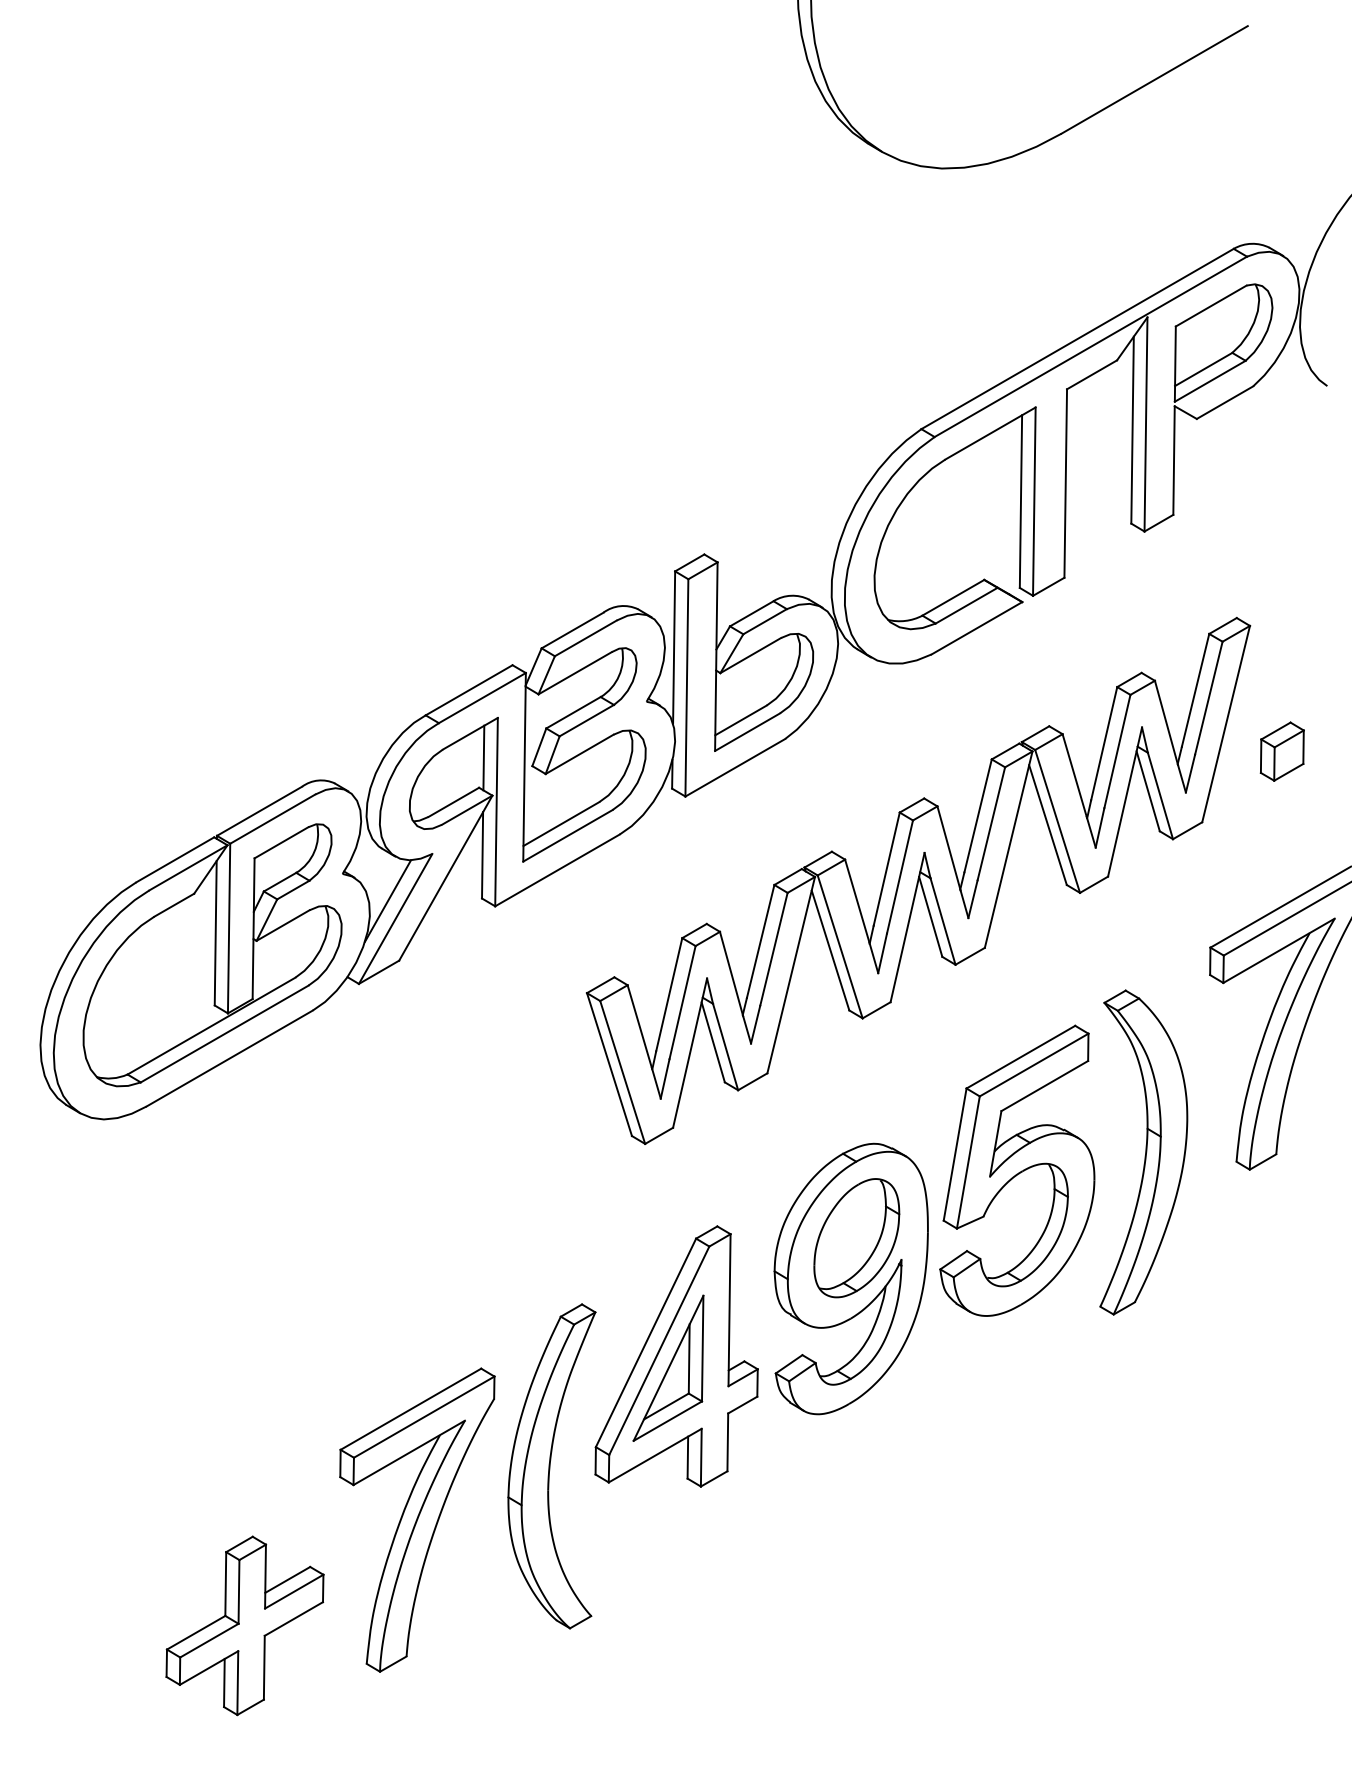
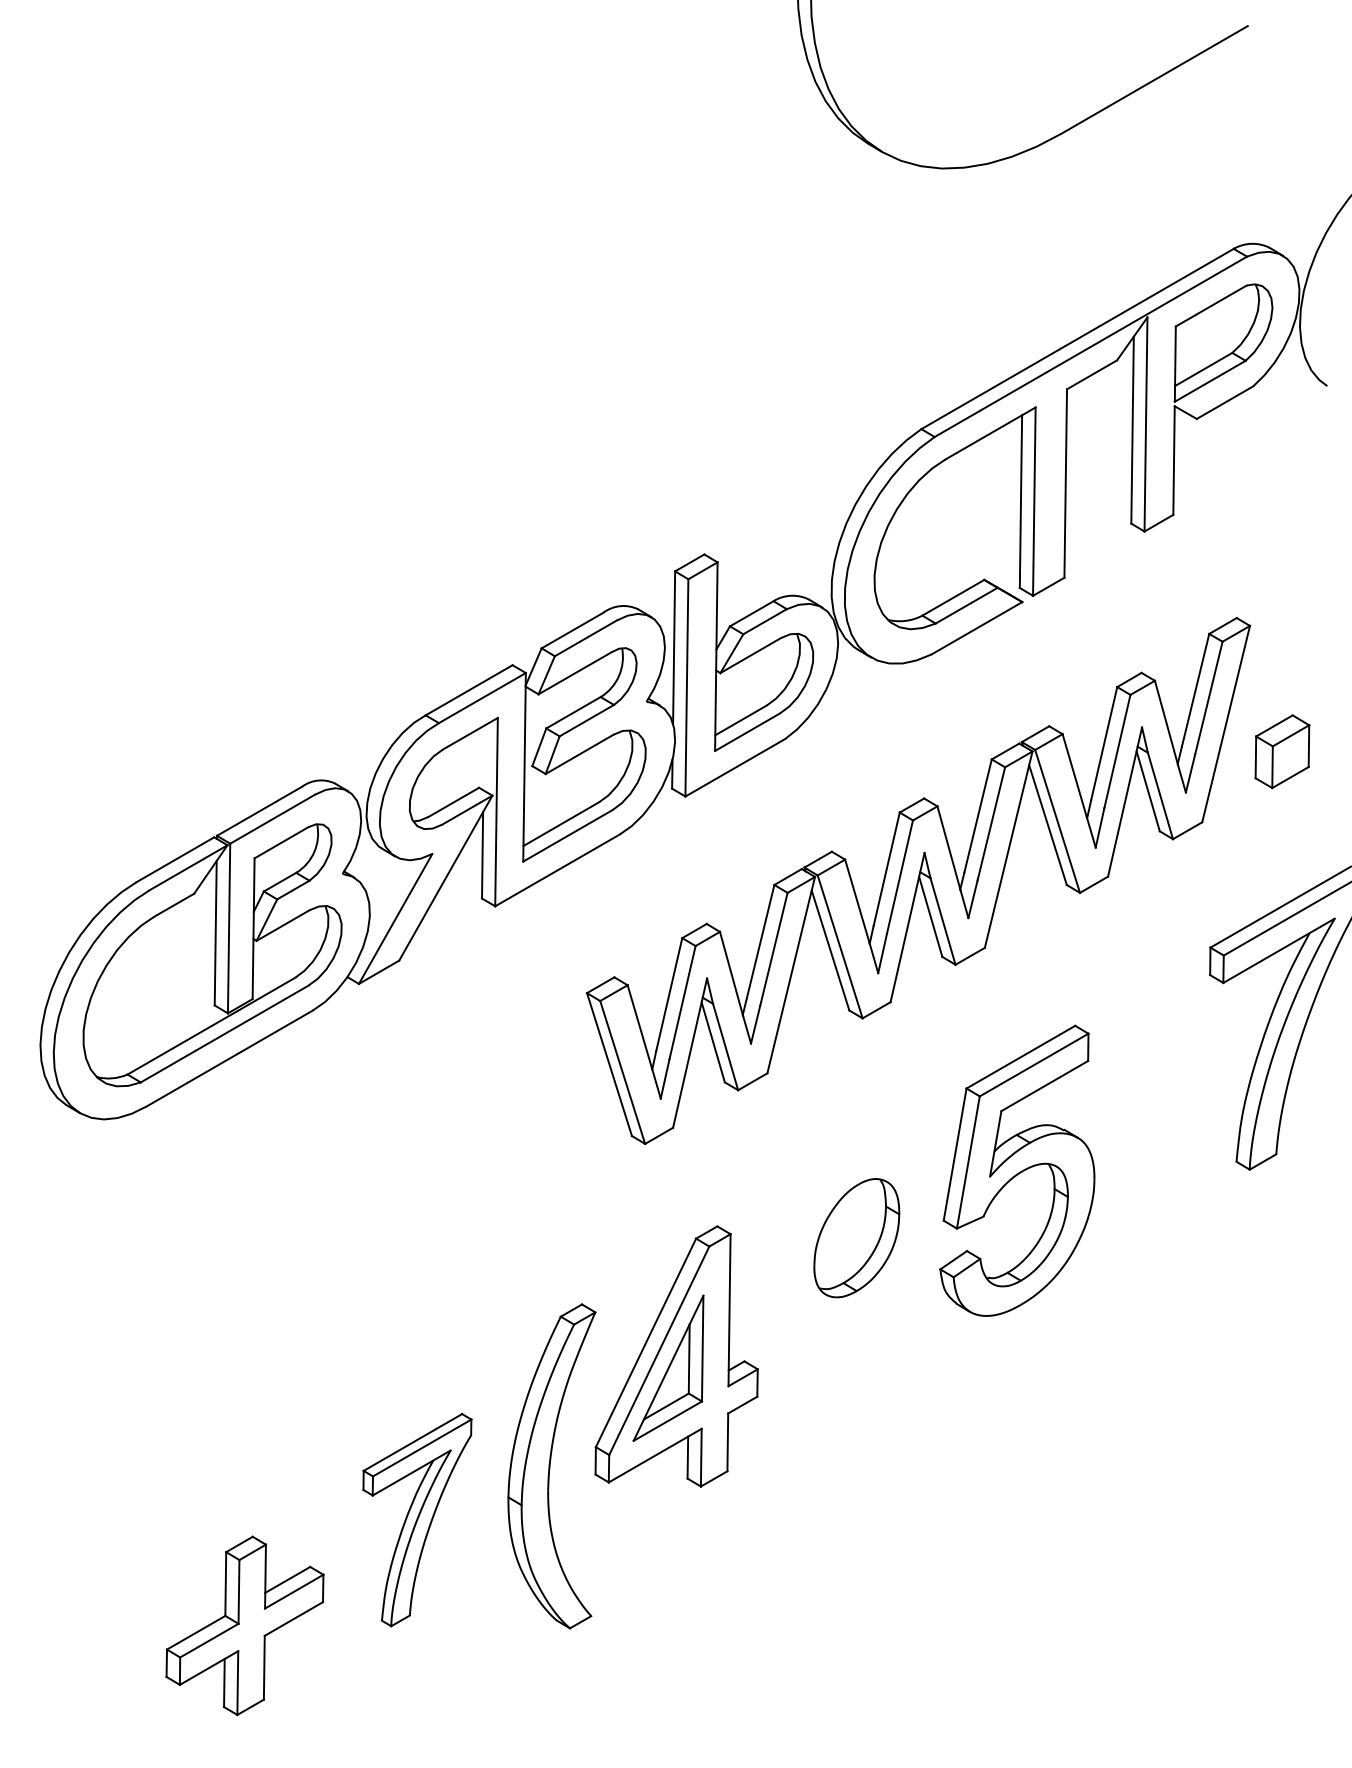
part at (1281, 751) size: 46x61 px -> 57x76 px
line at (483, 757): present -> none
line at (388, 900): present -> none
part at (1143, 1152): present -> none
part at (850, 1278): present -> none
part at (417, 1519) size: 157x306 px -> 111x215 px
